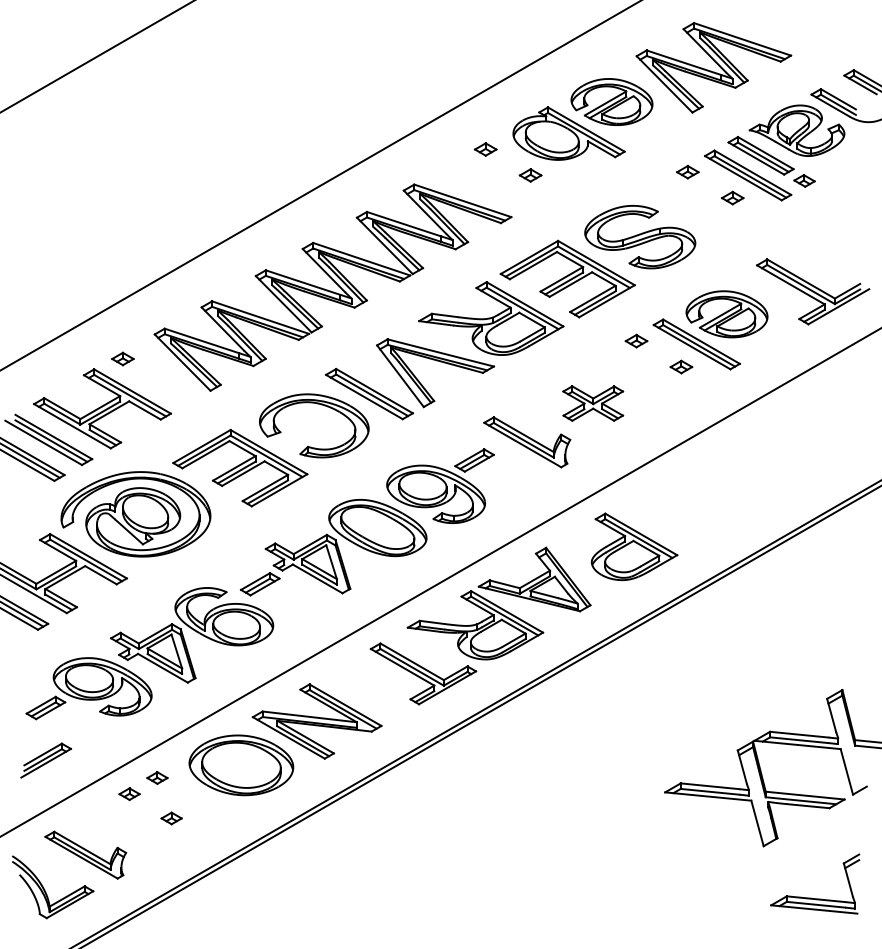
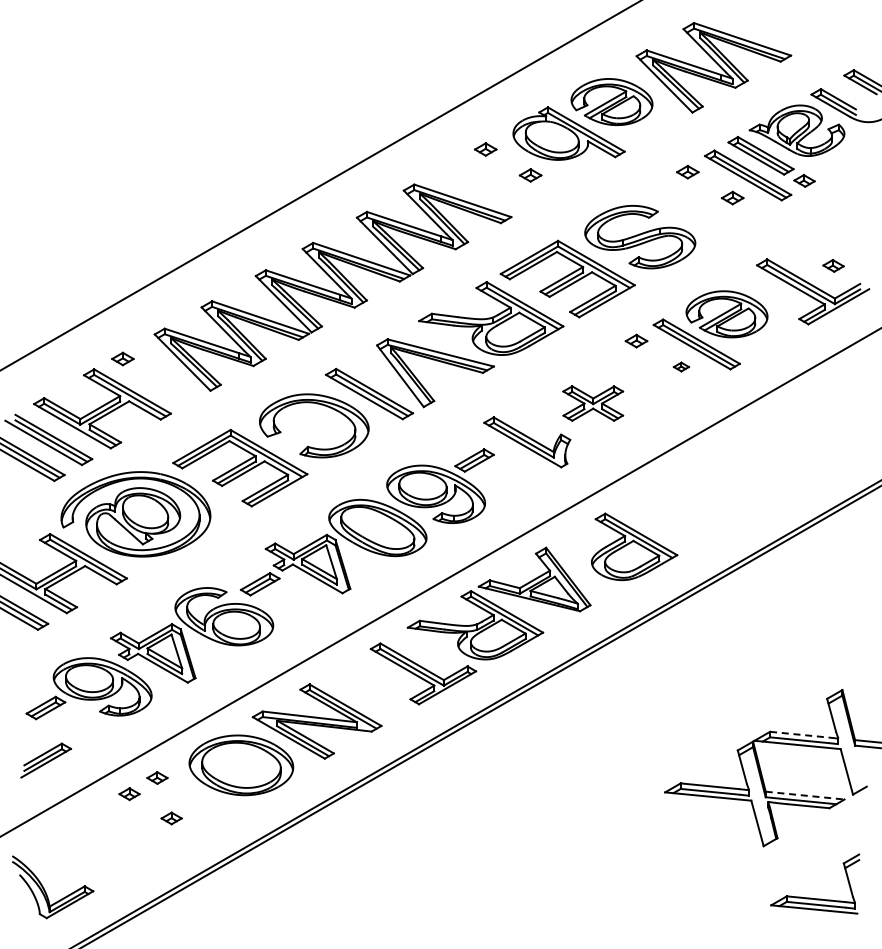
line at (96, 56): present -> none
part at (833, 265): none -> present
part at (681, 366) size: 25x16 px -> 18x12 px
line at (799, 734): solid -> dashed
line at (805, 795): solid -> dashed
part at (85, 854): present -> none
